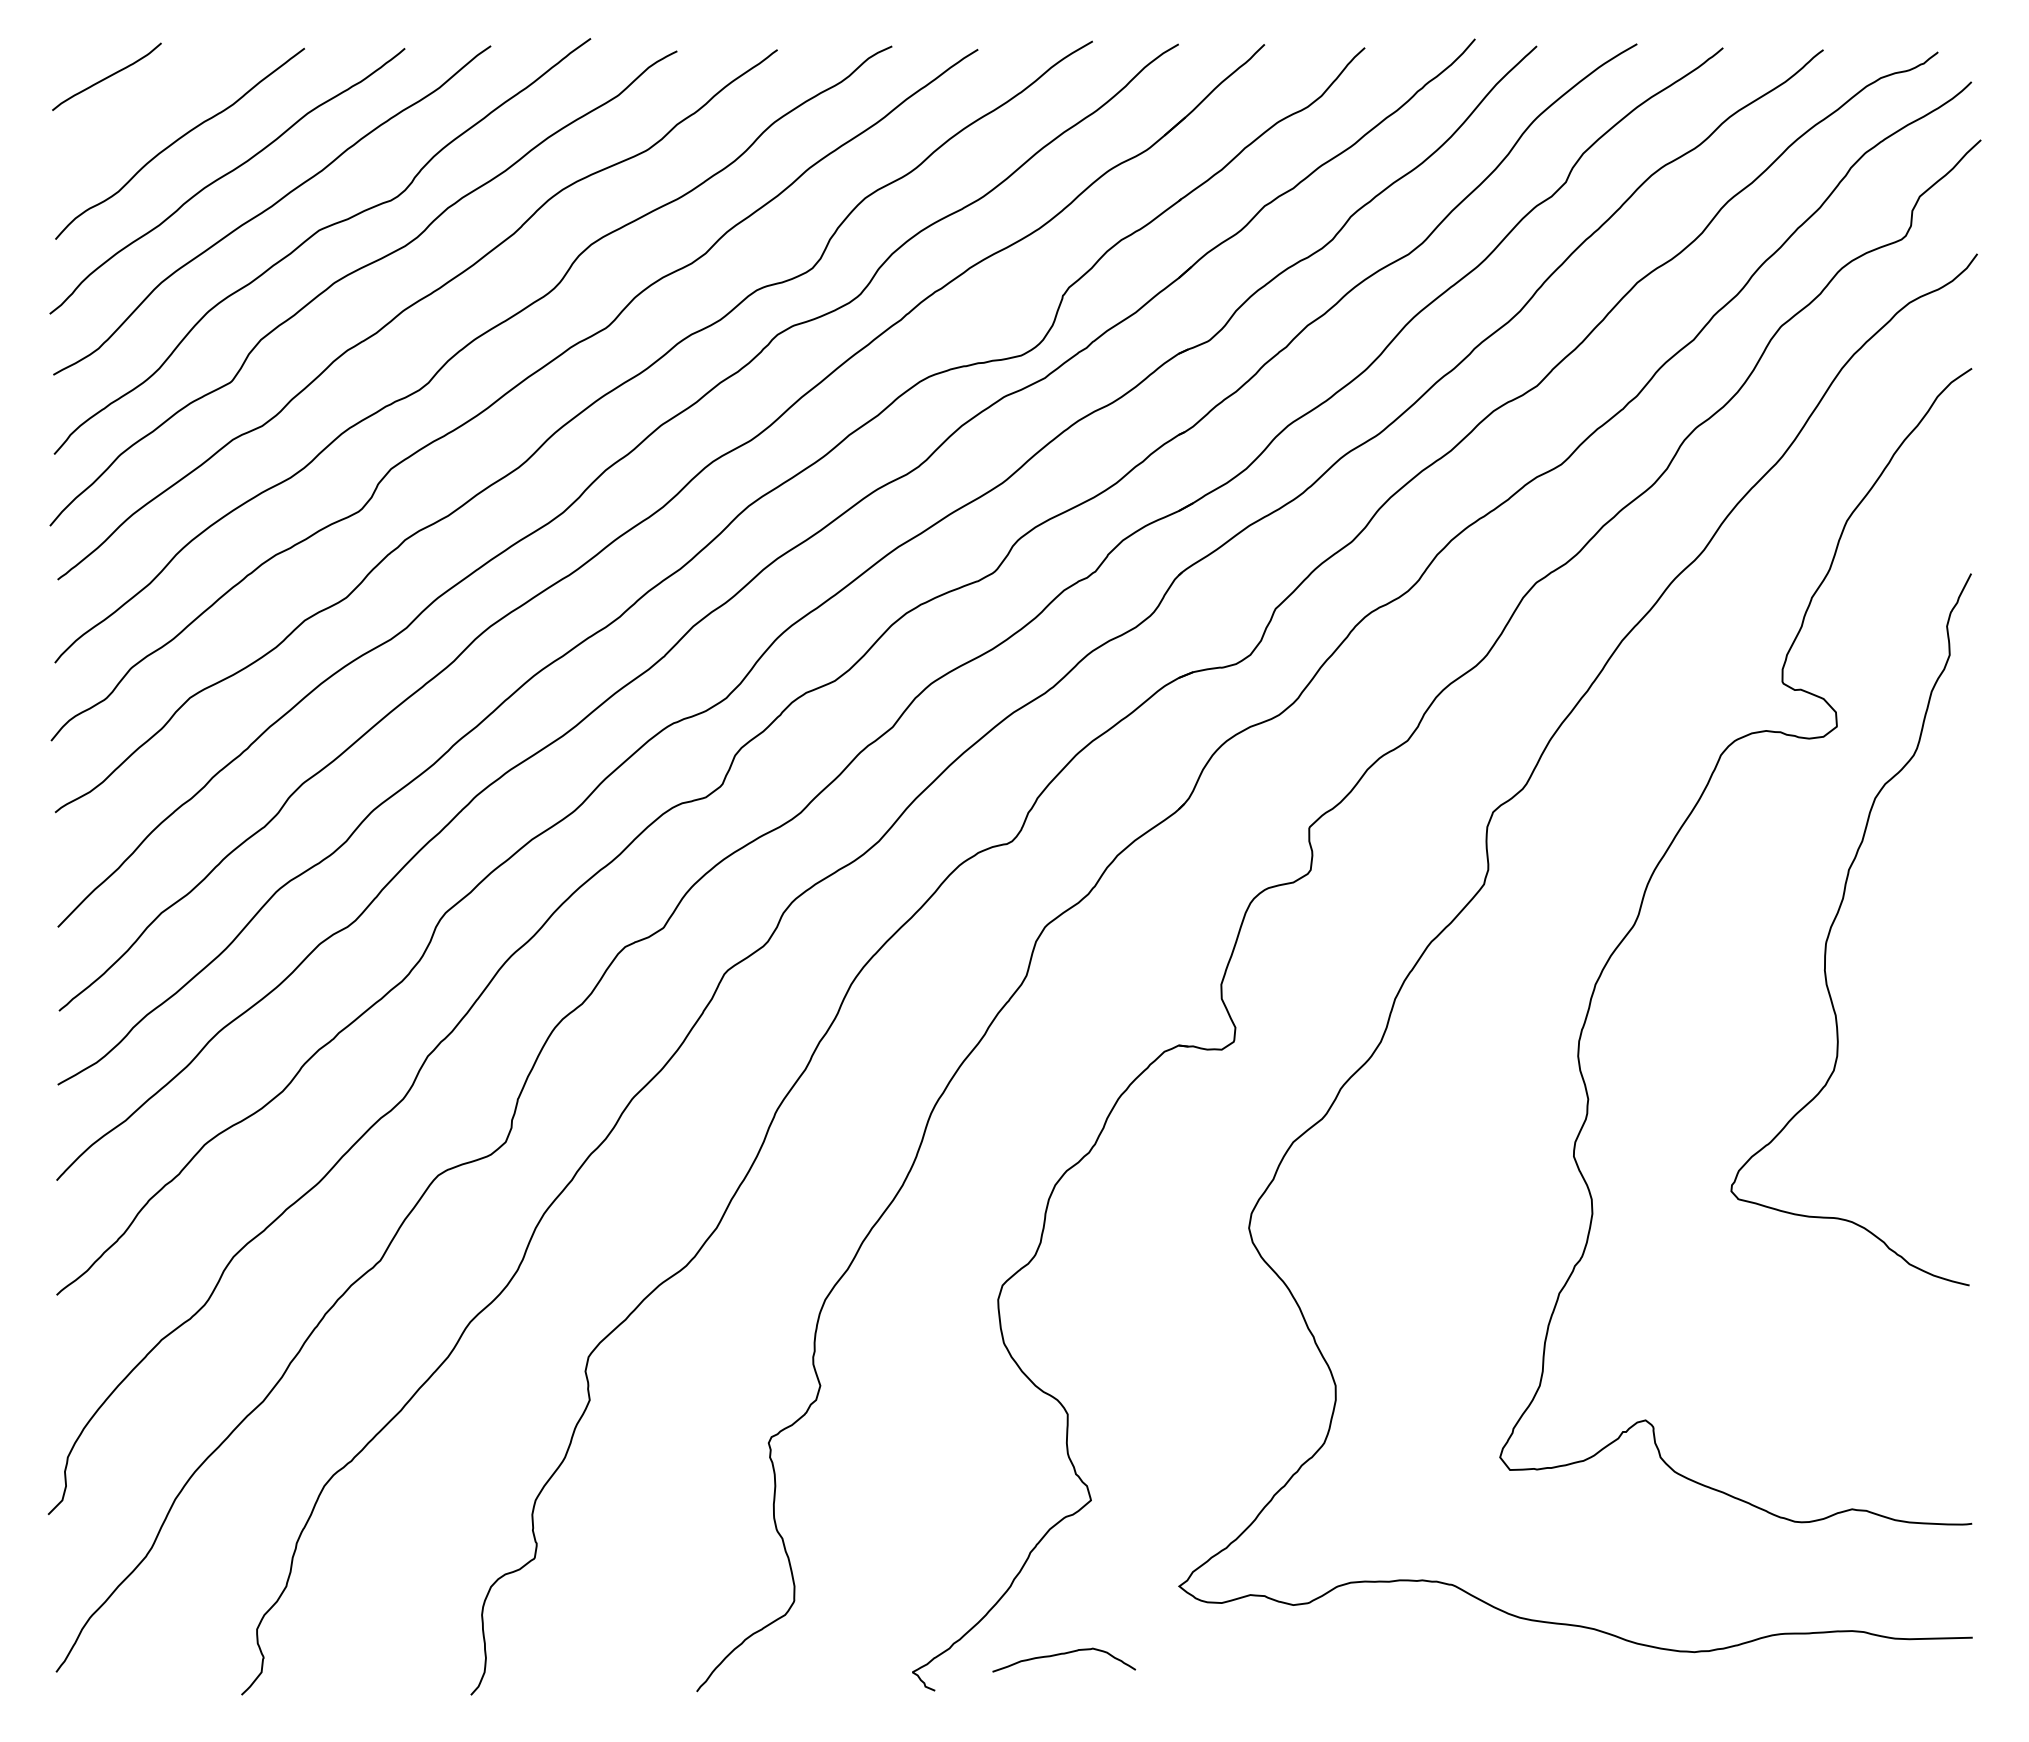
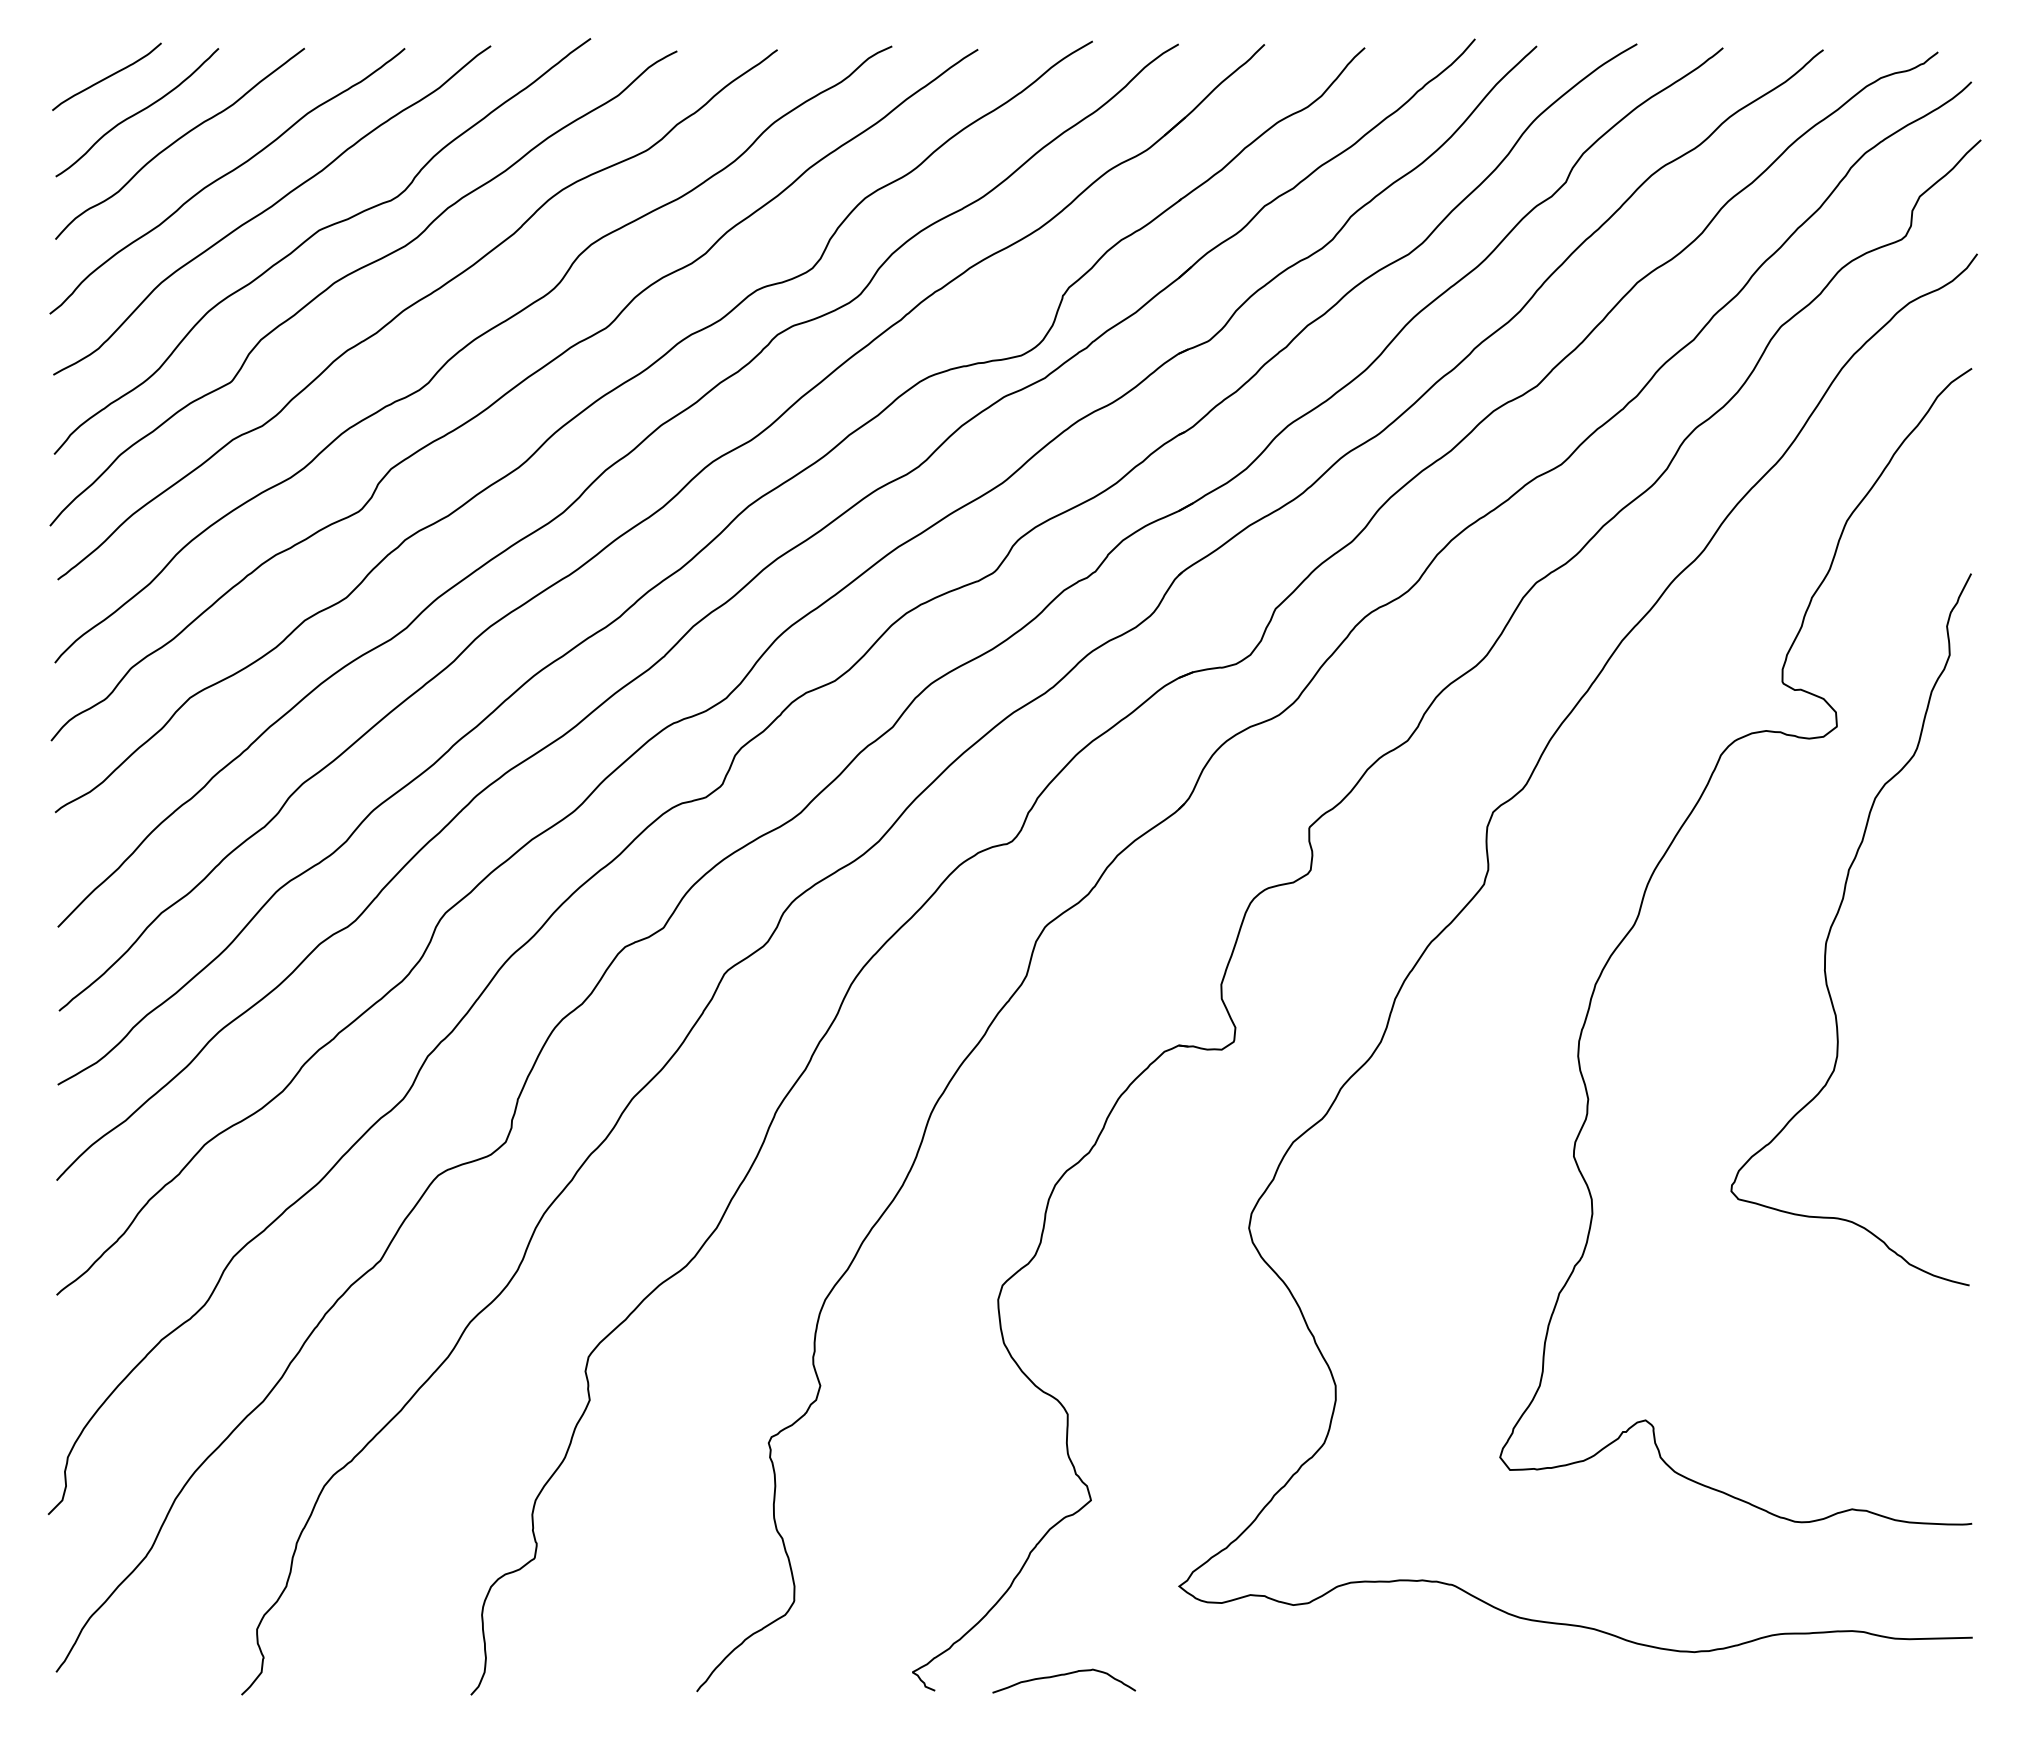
curve at (137, 112): none -> present
curve at (1064, 1654) position: (1064, 1654) -> (1064, 1675)
